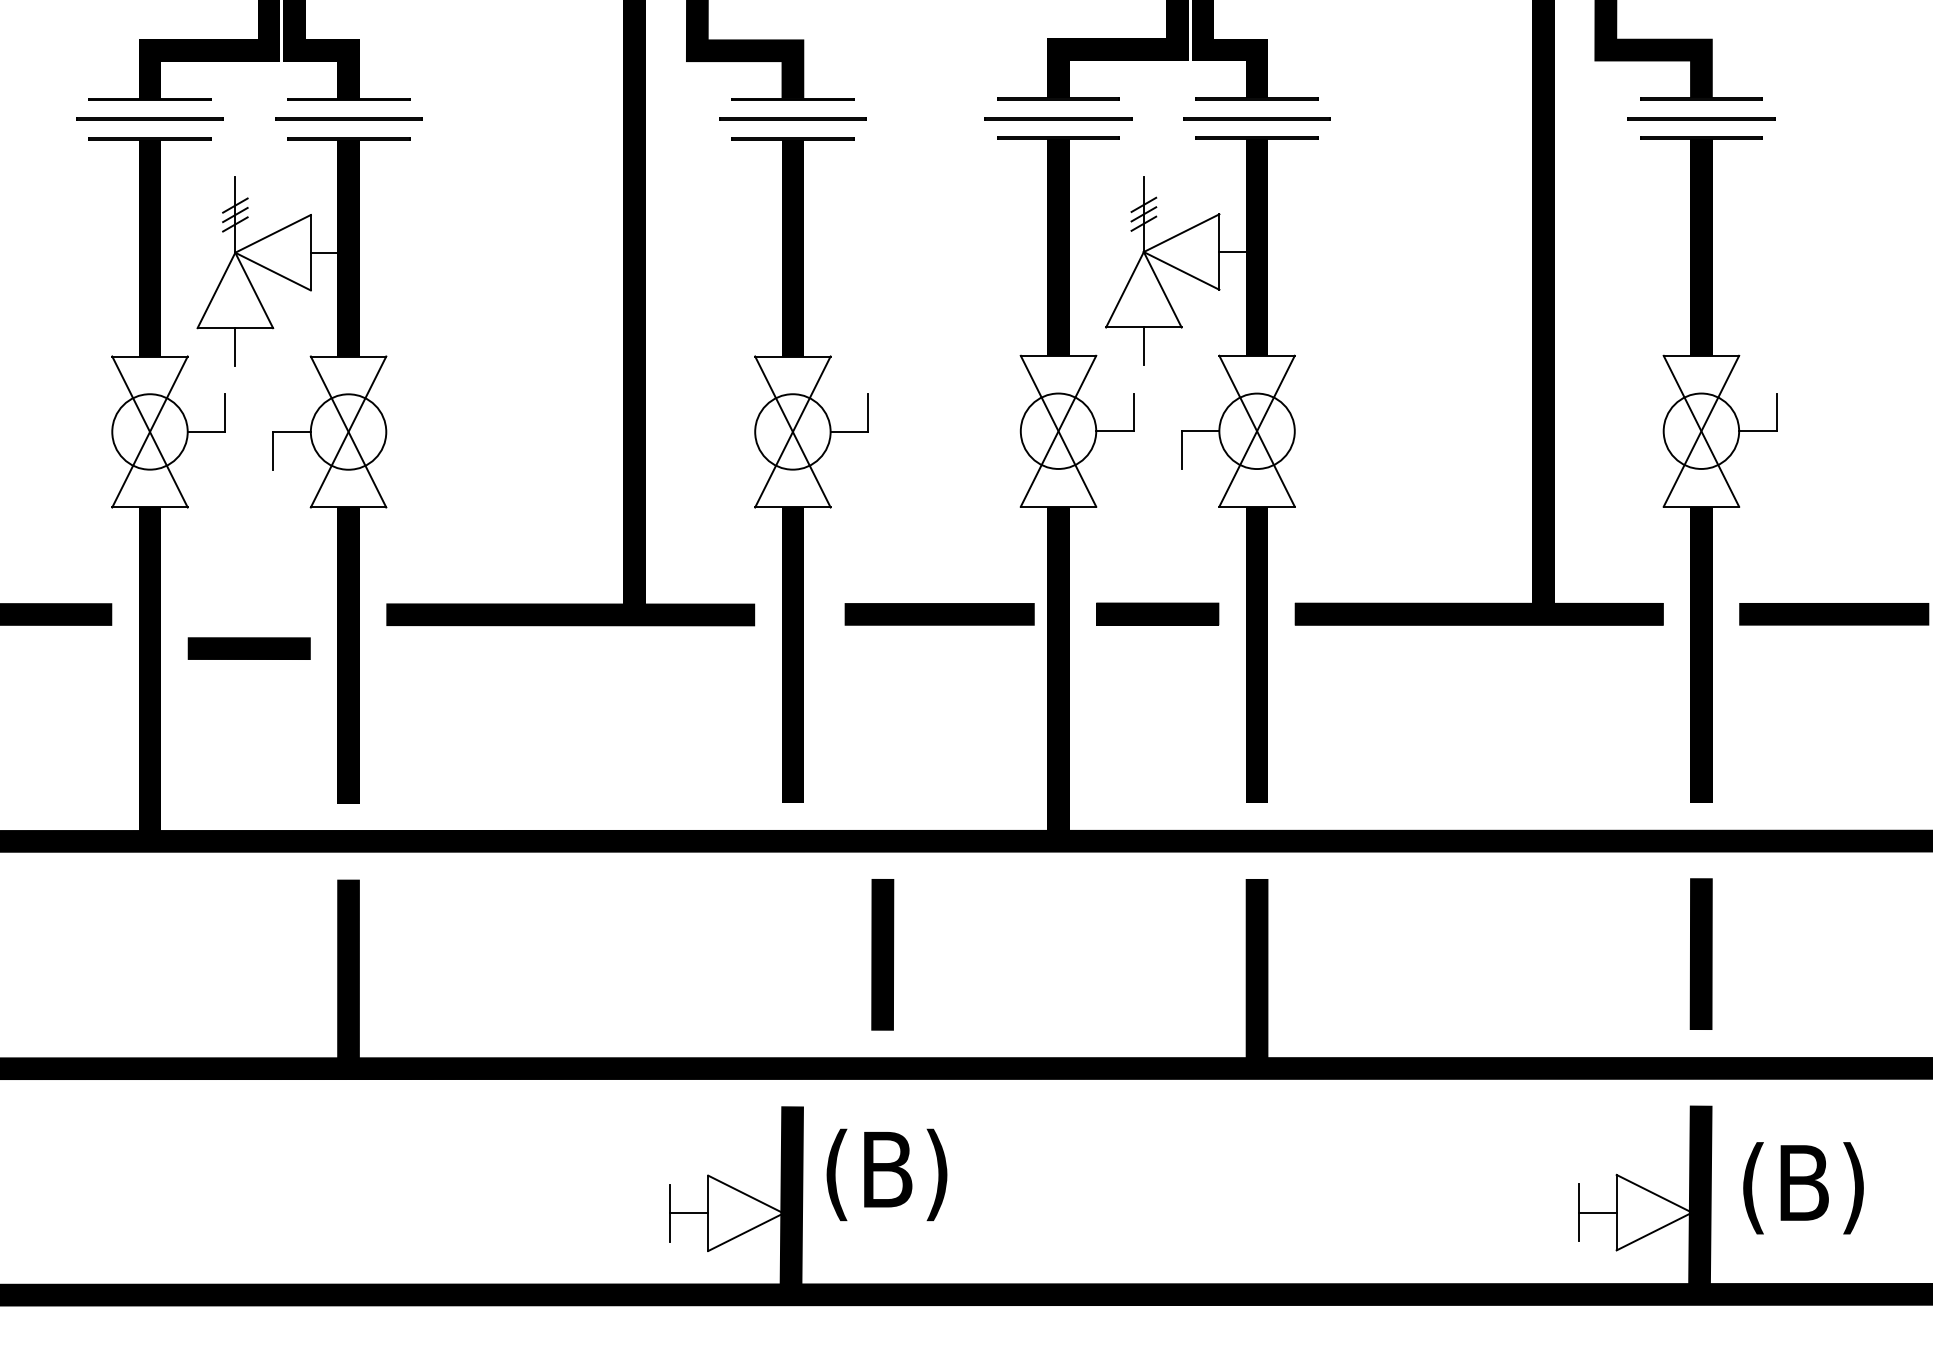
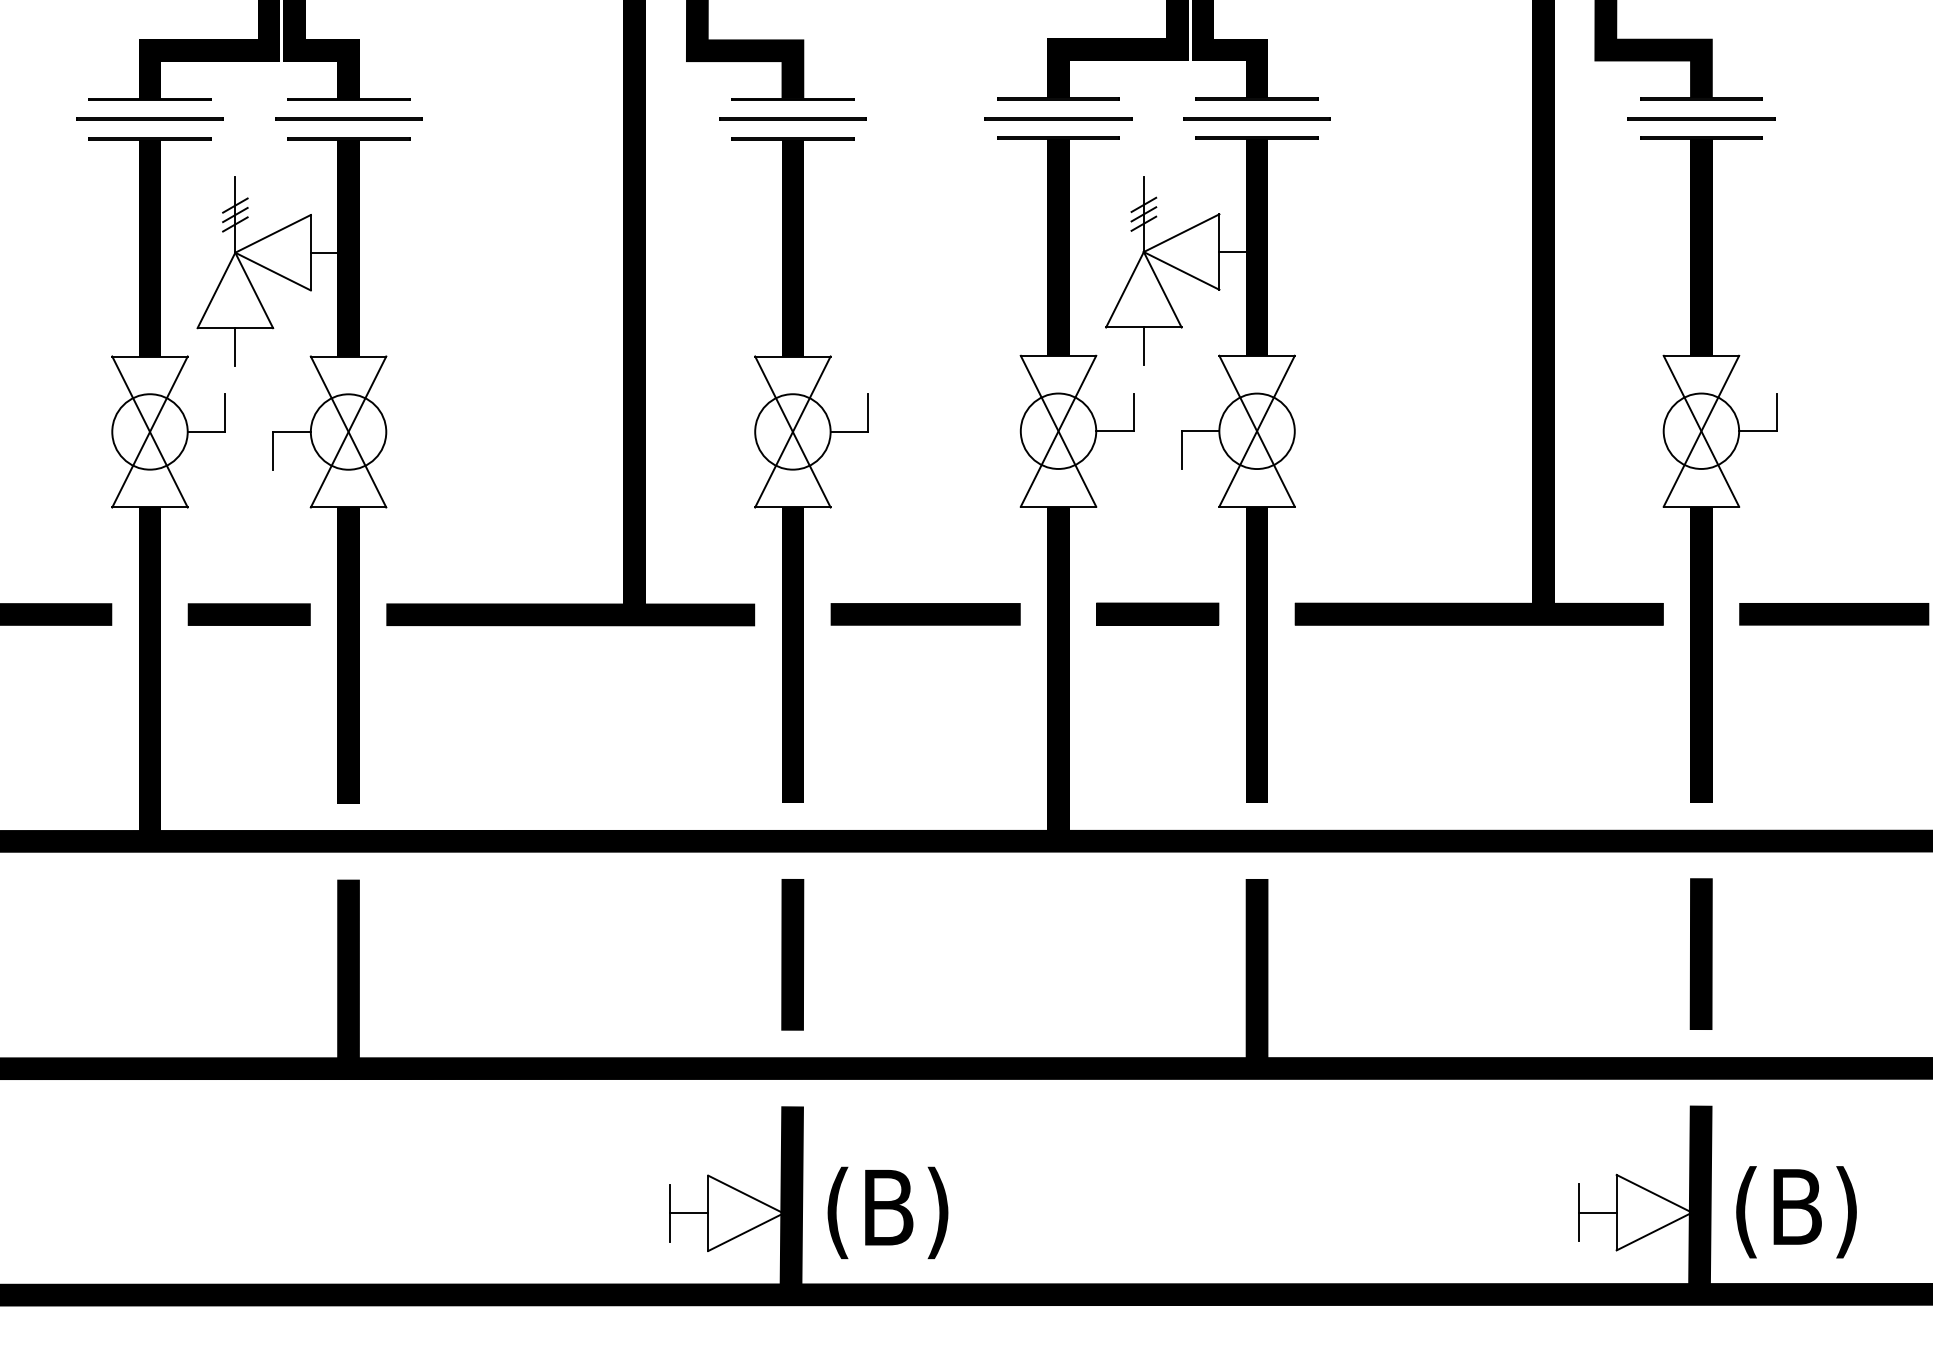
line at (939, 614) position: (939, 614) -> (925, 614)
line at (248, 648) position: (248, 648) -> (248, 614)
line at (882, 954) position: (882, 954) -> (792, 954)
text at (886, 1174) position: (886, 1174) -> (887, 1212)
text at (1803, 1188) position: (1803, 1188) -> (1796, 1212)
